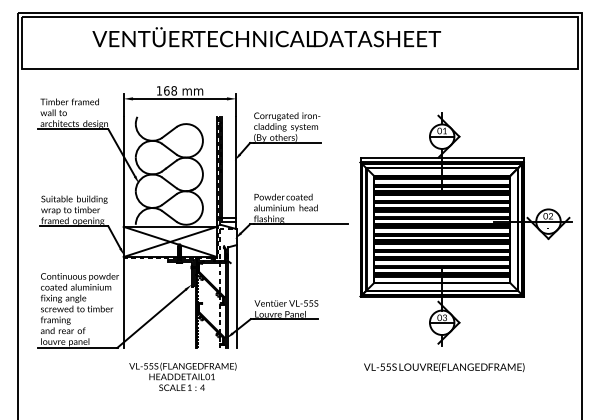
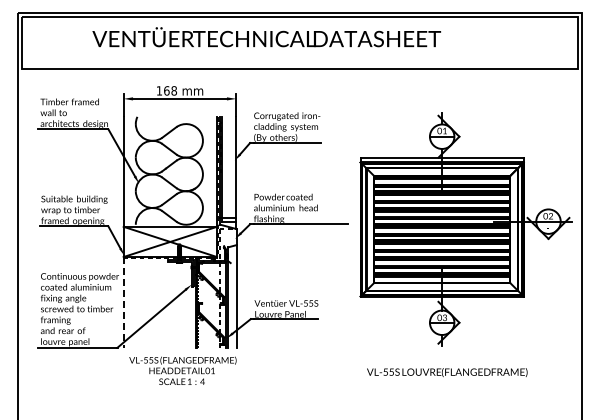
line at (123, 302): solid -> dashed
text at (444, 367) position: (444, 367) -> (447, 372)
text at (182, 376) position: (182, 376) -> (182, 370)
